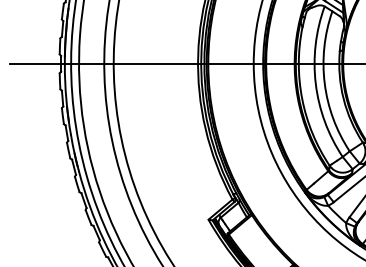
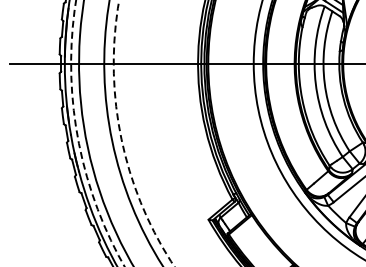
arc at (78, 138): solid -> dashed
arc at (121, 139): solid -> dashed
